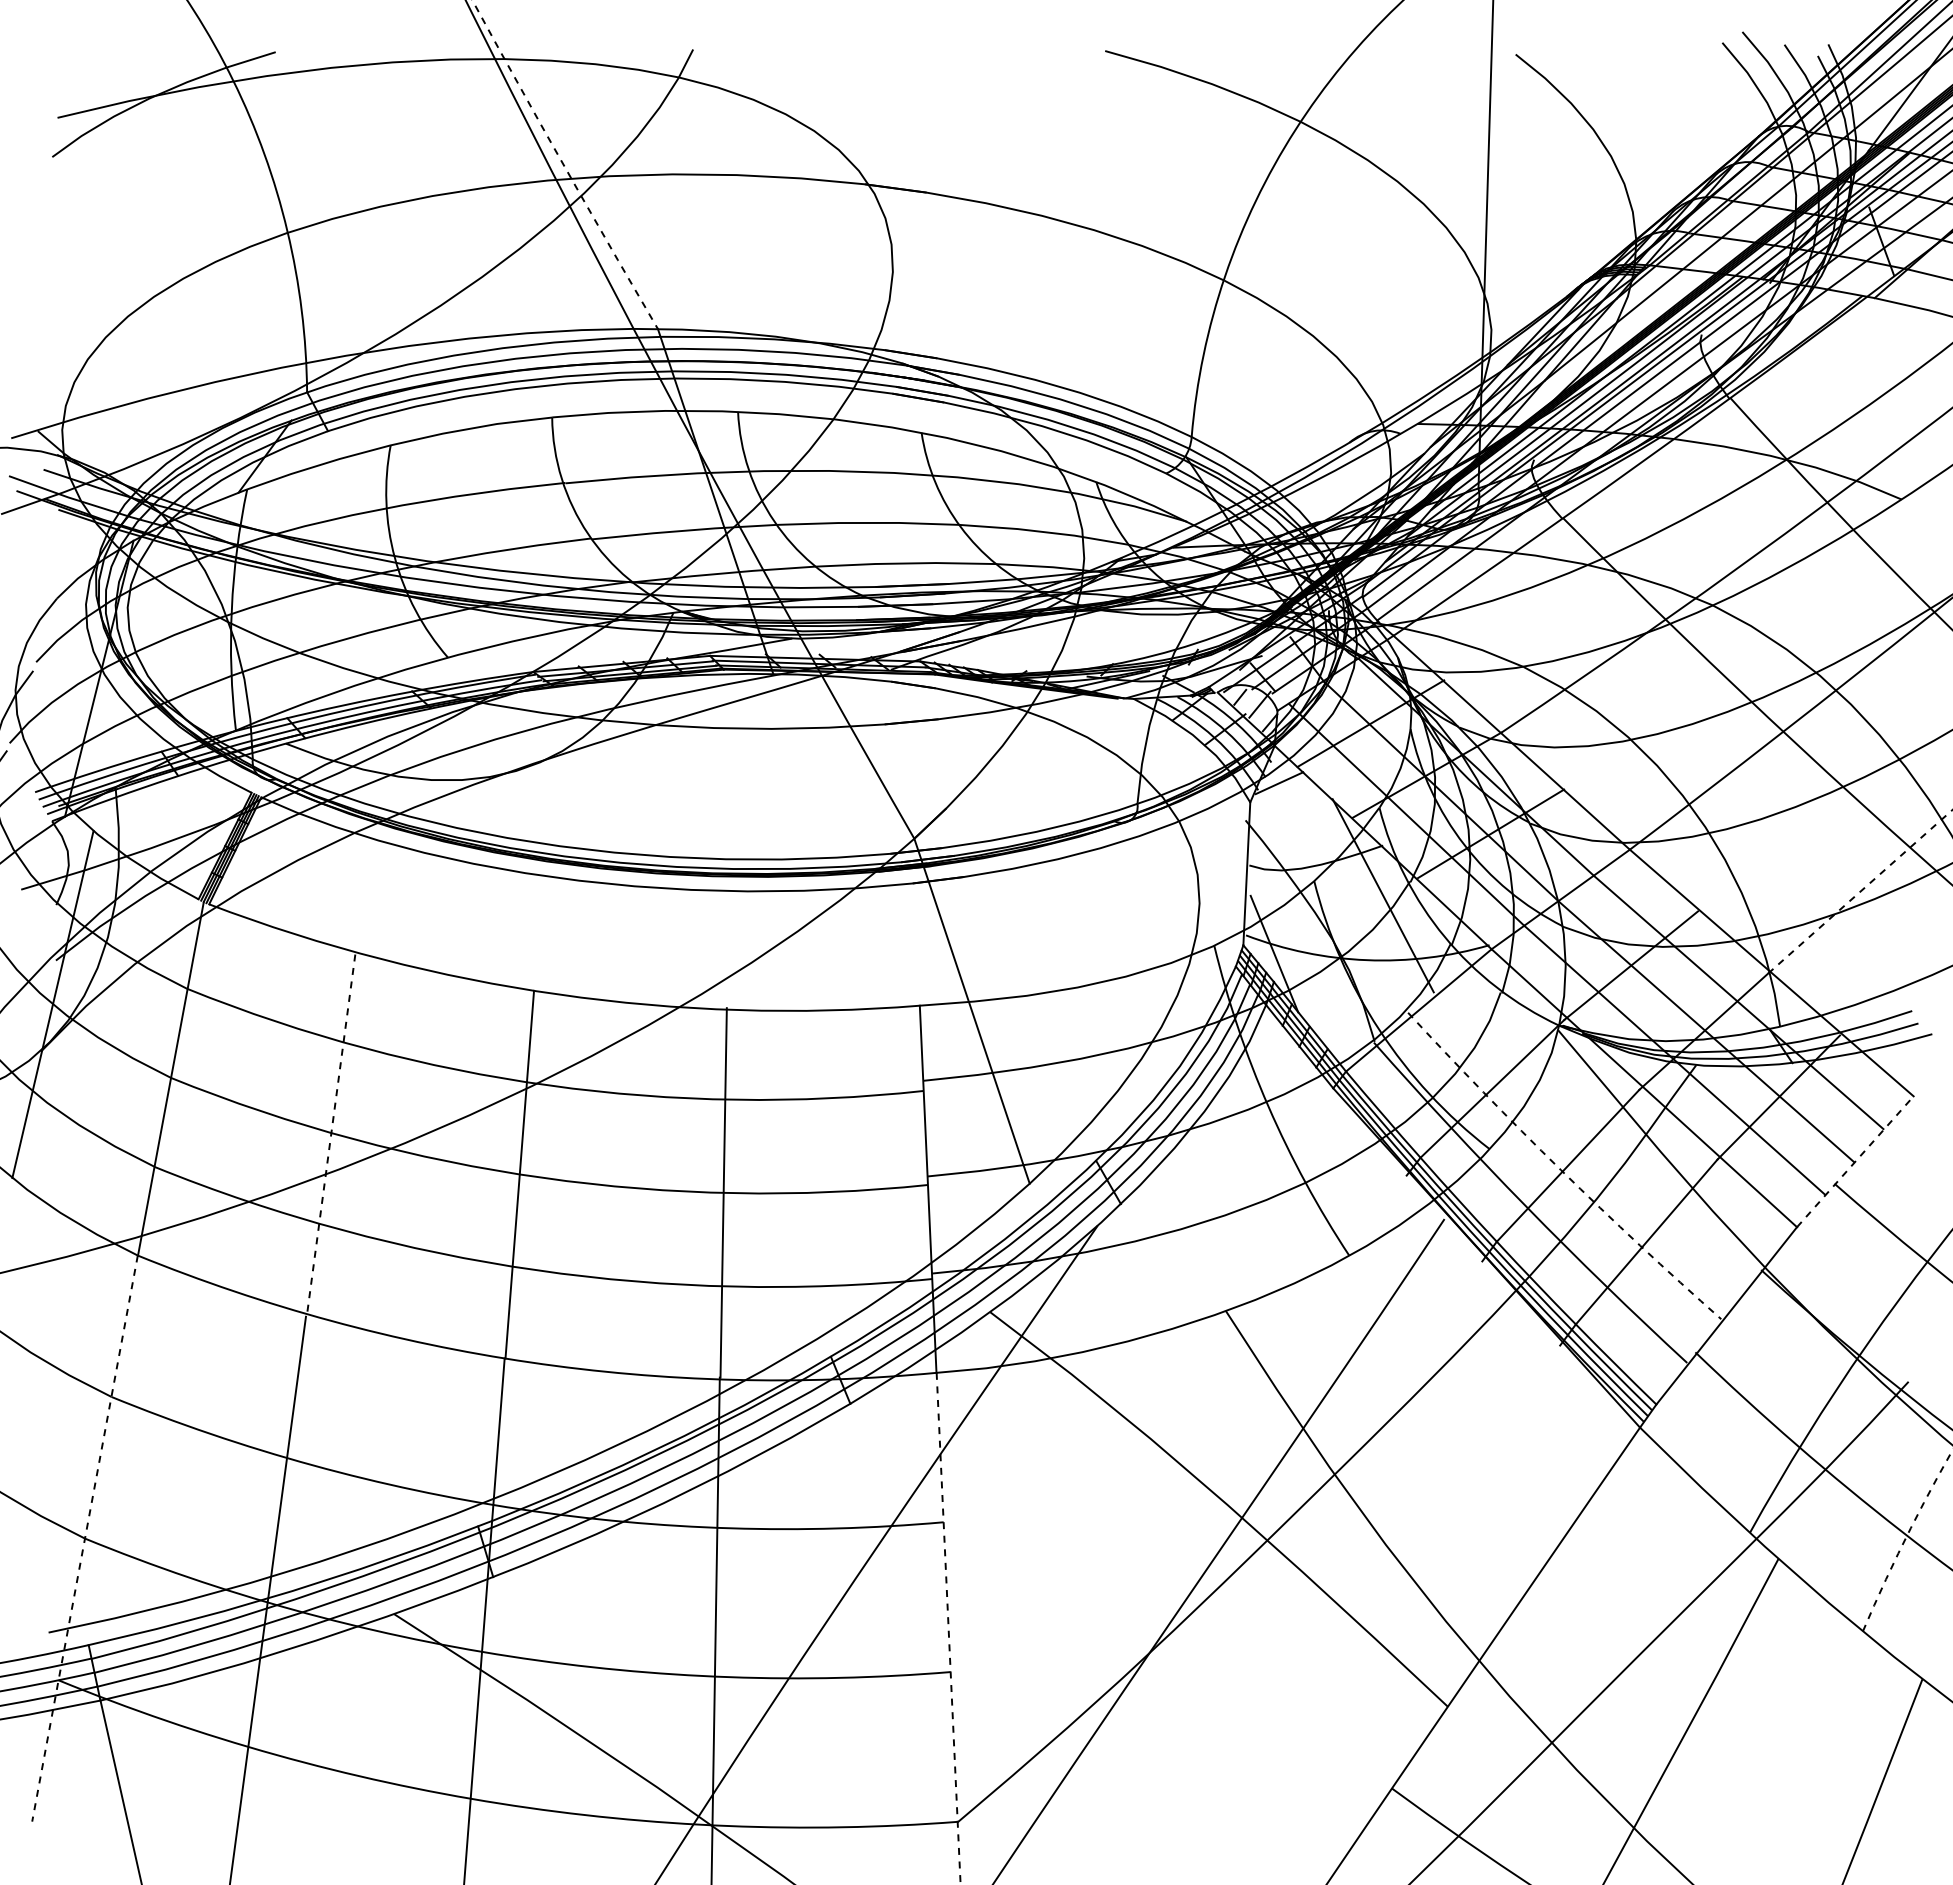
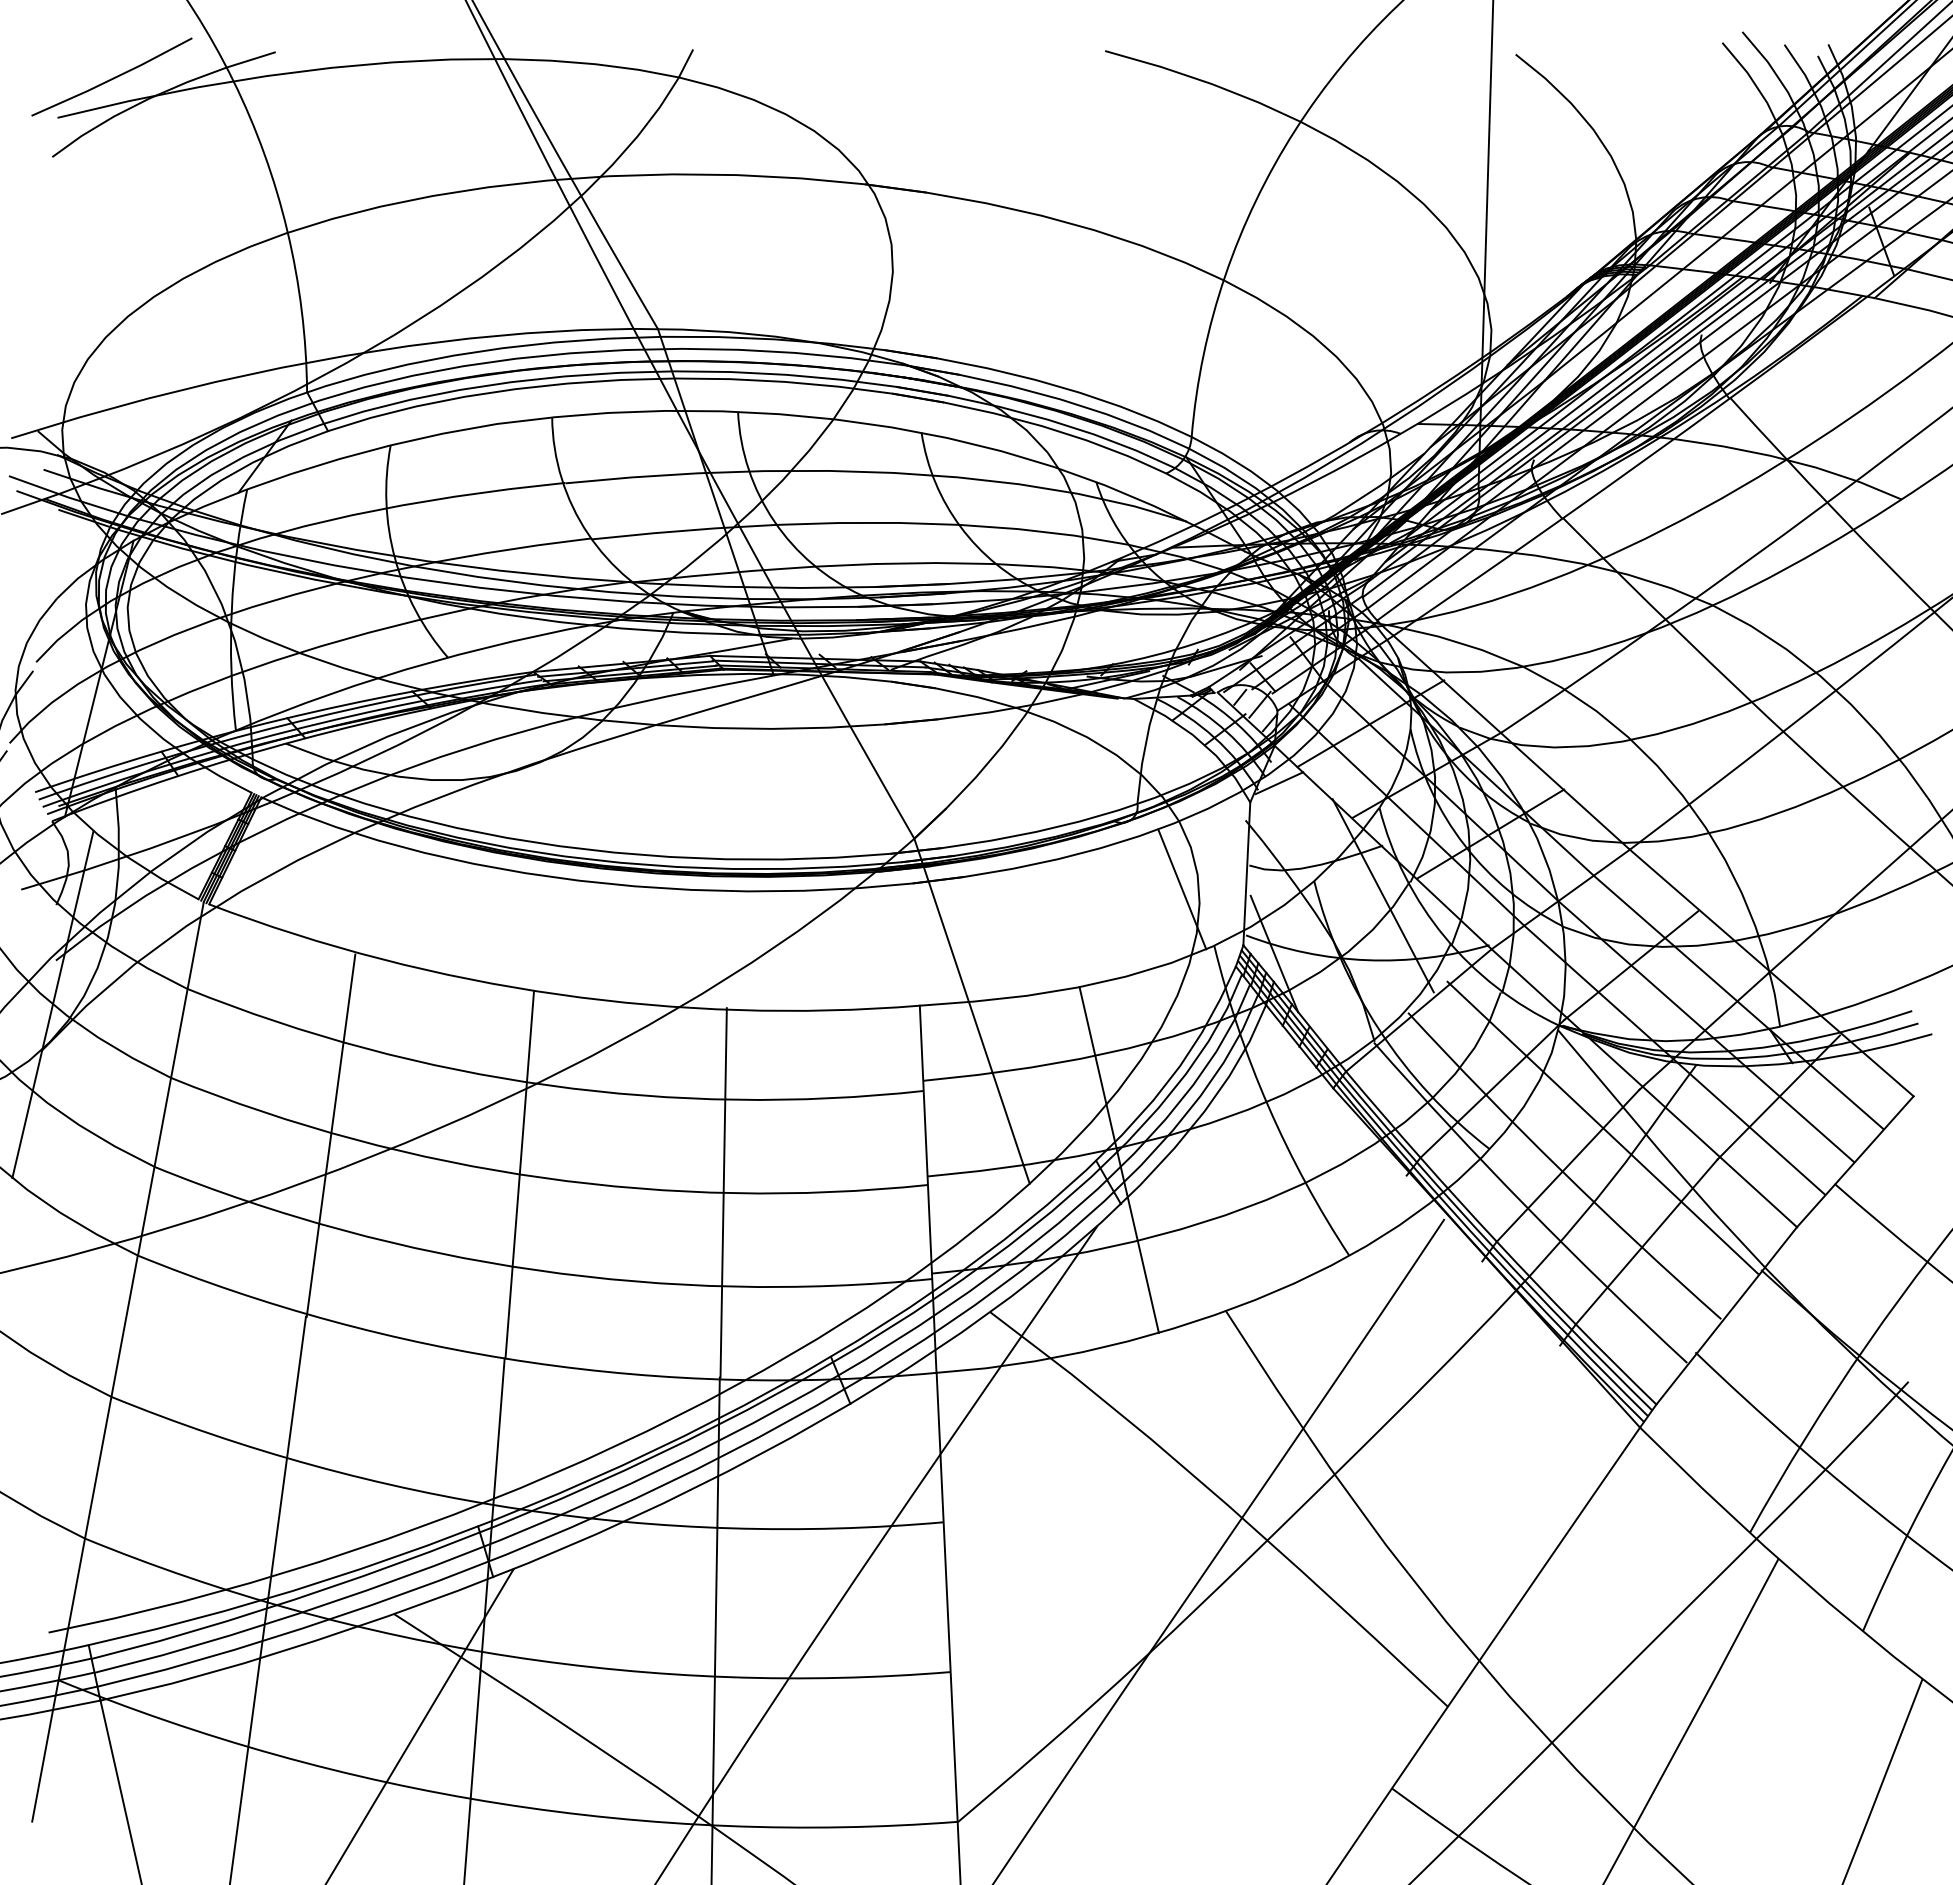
line at (111, 78): none -> present
arc at (564, 165): dashed -> solid
line at (1182, 889): none -> present
line at (1860, 891): dashed -> solid
line at (1602, 1127): none -> present
line at (331, 1135): dashed -> solid
line at (1118, 1159): none -> present
line at (1855, 1161): dashed -> solid
arc at (1560, 1169): dashed -> solid
line at (85, 1538): dashed -> solid
arc at (1905, 1539): dashed -> solid
line at (948, 1629): dashed -> solid
line at (420, 1725): none -> present
